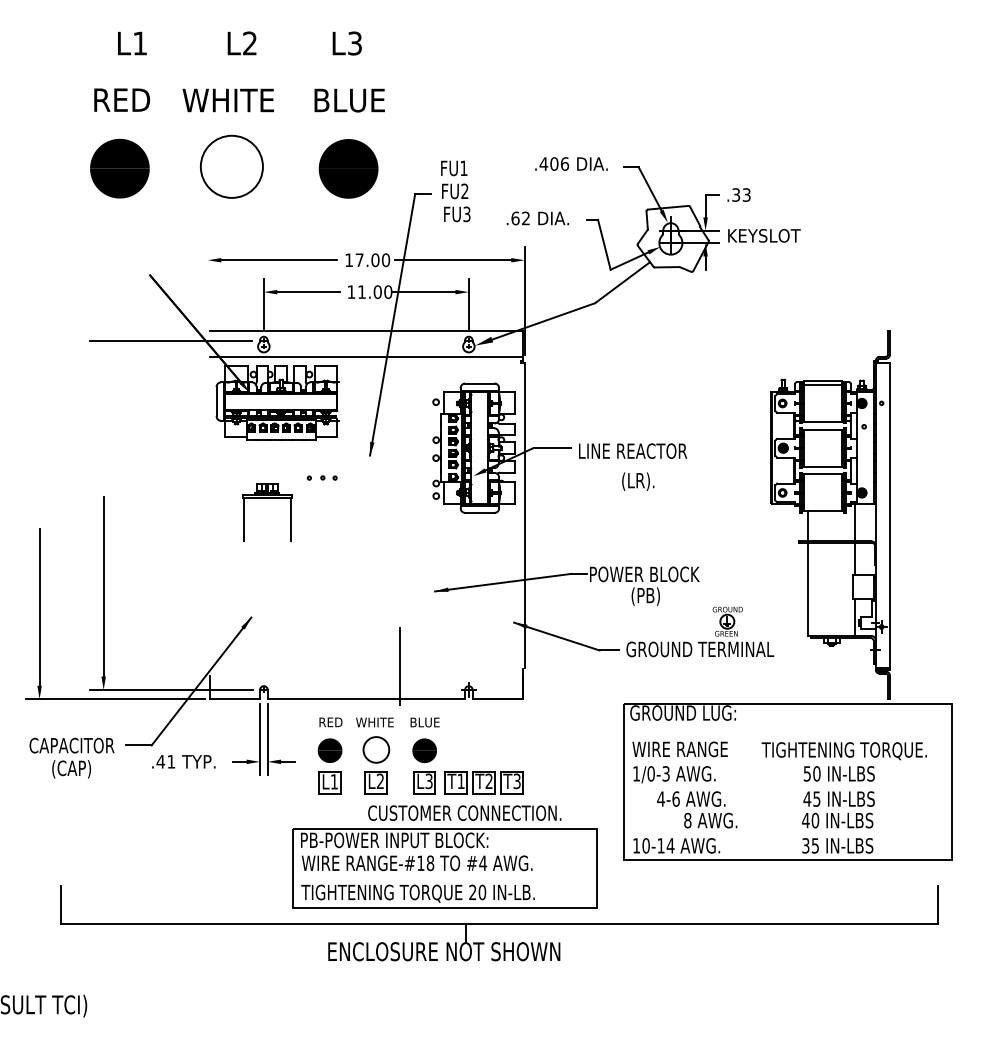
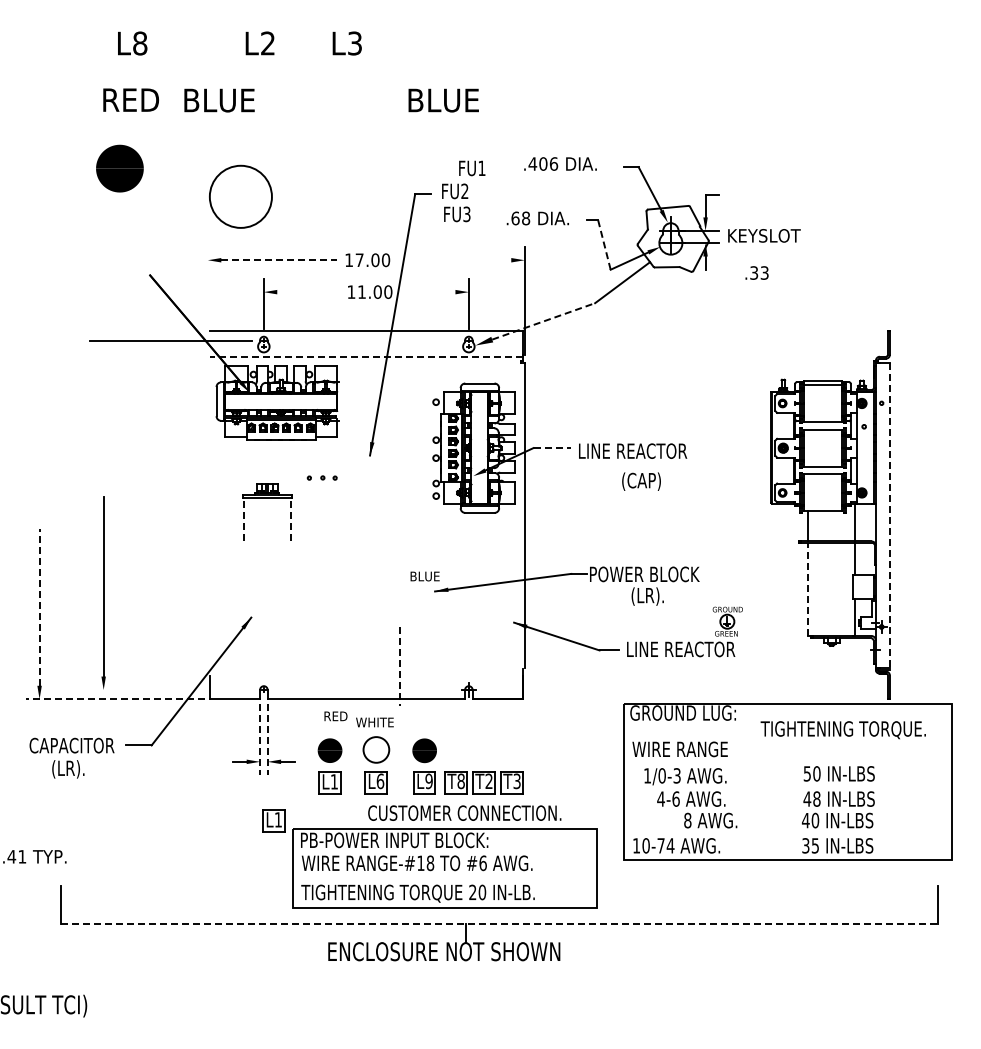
text at (140, 43): L1 -> L8
text at (241, 43) position: (241, 43) -> (259, 43)
text at (121, 99) position: (121, 99) -> (130, 99)
text at (228, 100): WHITE -> BLUE
text at (349, 100) position: (349, 100) -> (443, 100)
text at (571, 163) position: (571, 163) -> (560, 163)
circle at (231, 166) position: (231, 166) -> (240, 196)
part at (119, 168) size: 60x61 px -> 48x49 px
part at (348, 168): present -> none
text at (454, 168) position: (454, 168) -> (472, 168)
text at (738, 194) position: (738, 194) -> (756, 272)
text at (526, 218): .62 -> .68
line at (604, 244): solid -> dashed
line at (279, 260): solid -> dashed
line at (453, 260): present -> none
line at (308, 292): present -> none
line at (424, 292): present -> none
line at (543, 321): solid -> dashed
line at (366, 356): solid -> dashed
line at (552, 448): solid -> dashed
text at (643, 481): (LR). -> (CAP)
line at (889, 515): solid -> dashed
line at (243, 519): solid -> dashed
line at (290, 519): solid -> dashed
line at (808, 589): solid -> dashed
text at (651, 596): (PB) -> (LR).
line at (39, 607): solid -> dashed
text at (700, 649): GROUND TERMINAL -> LINE REACTOR
line at (399, 666): solid -> dashed
line at (171, 689): present -> none
line at (115, 699): solid -> dashed
text at (330, 722) position: (330, 722) -> (335, 716)
text at (424, 722) position: (424, 722) -> (424, 576)
line at (260, 739): solid -> dashed
line at (267, 739): solid -> dashed
text at (843, 751) position: (843, 751) -> (842, 730)
text at (183, 761) position: (183, 761) -> (34, 856)
text at (74, 769): (CAP) -> (LR).
text at (674, 774) position: (674, 774) -> (685, 776)
text at (428, 780): L3 -> L9
text at (380, 781): L2 -> L6
text at (460, 781): T1 -> T8
text at (816, 798): 45 -> 48
part at (273, 820): none -> present
text at (660, 845): 10-14 -> 10-74
text at (483, 863): #4 -> #6
line at (499, 924): solid -> dashed
